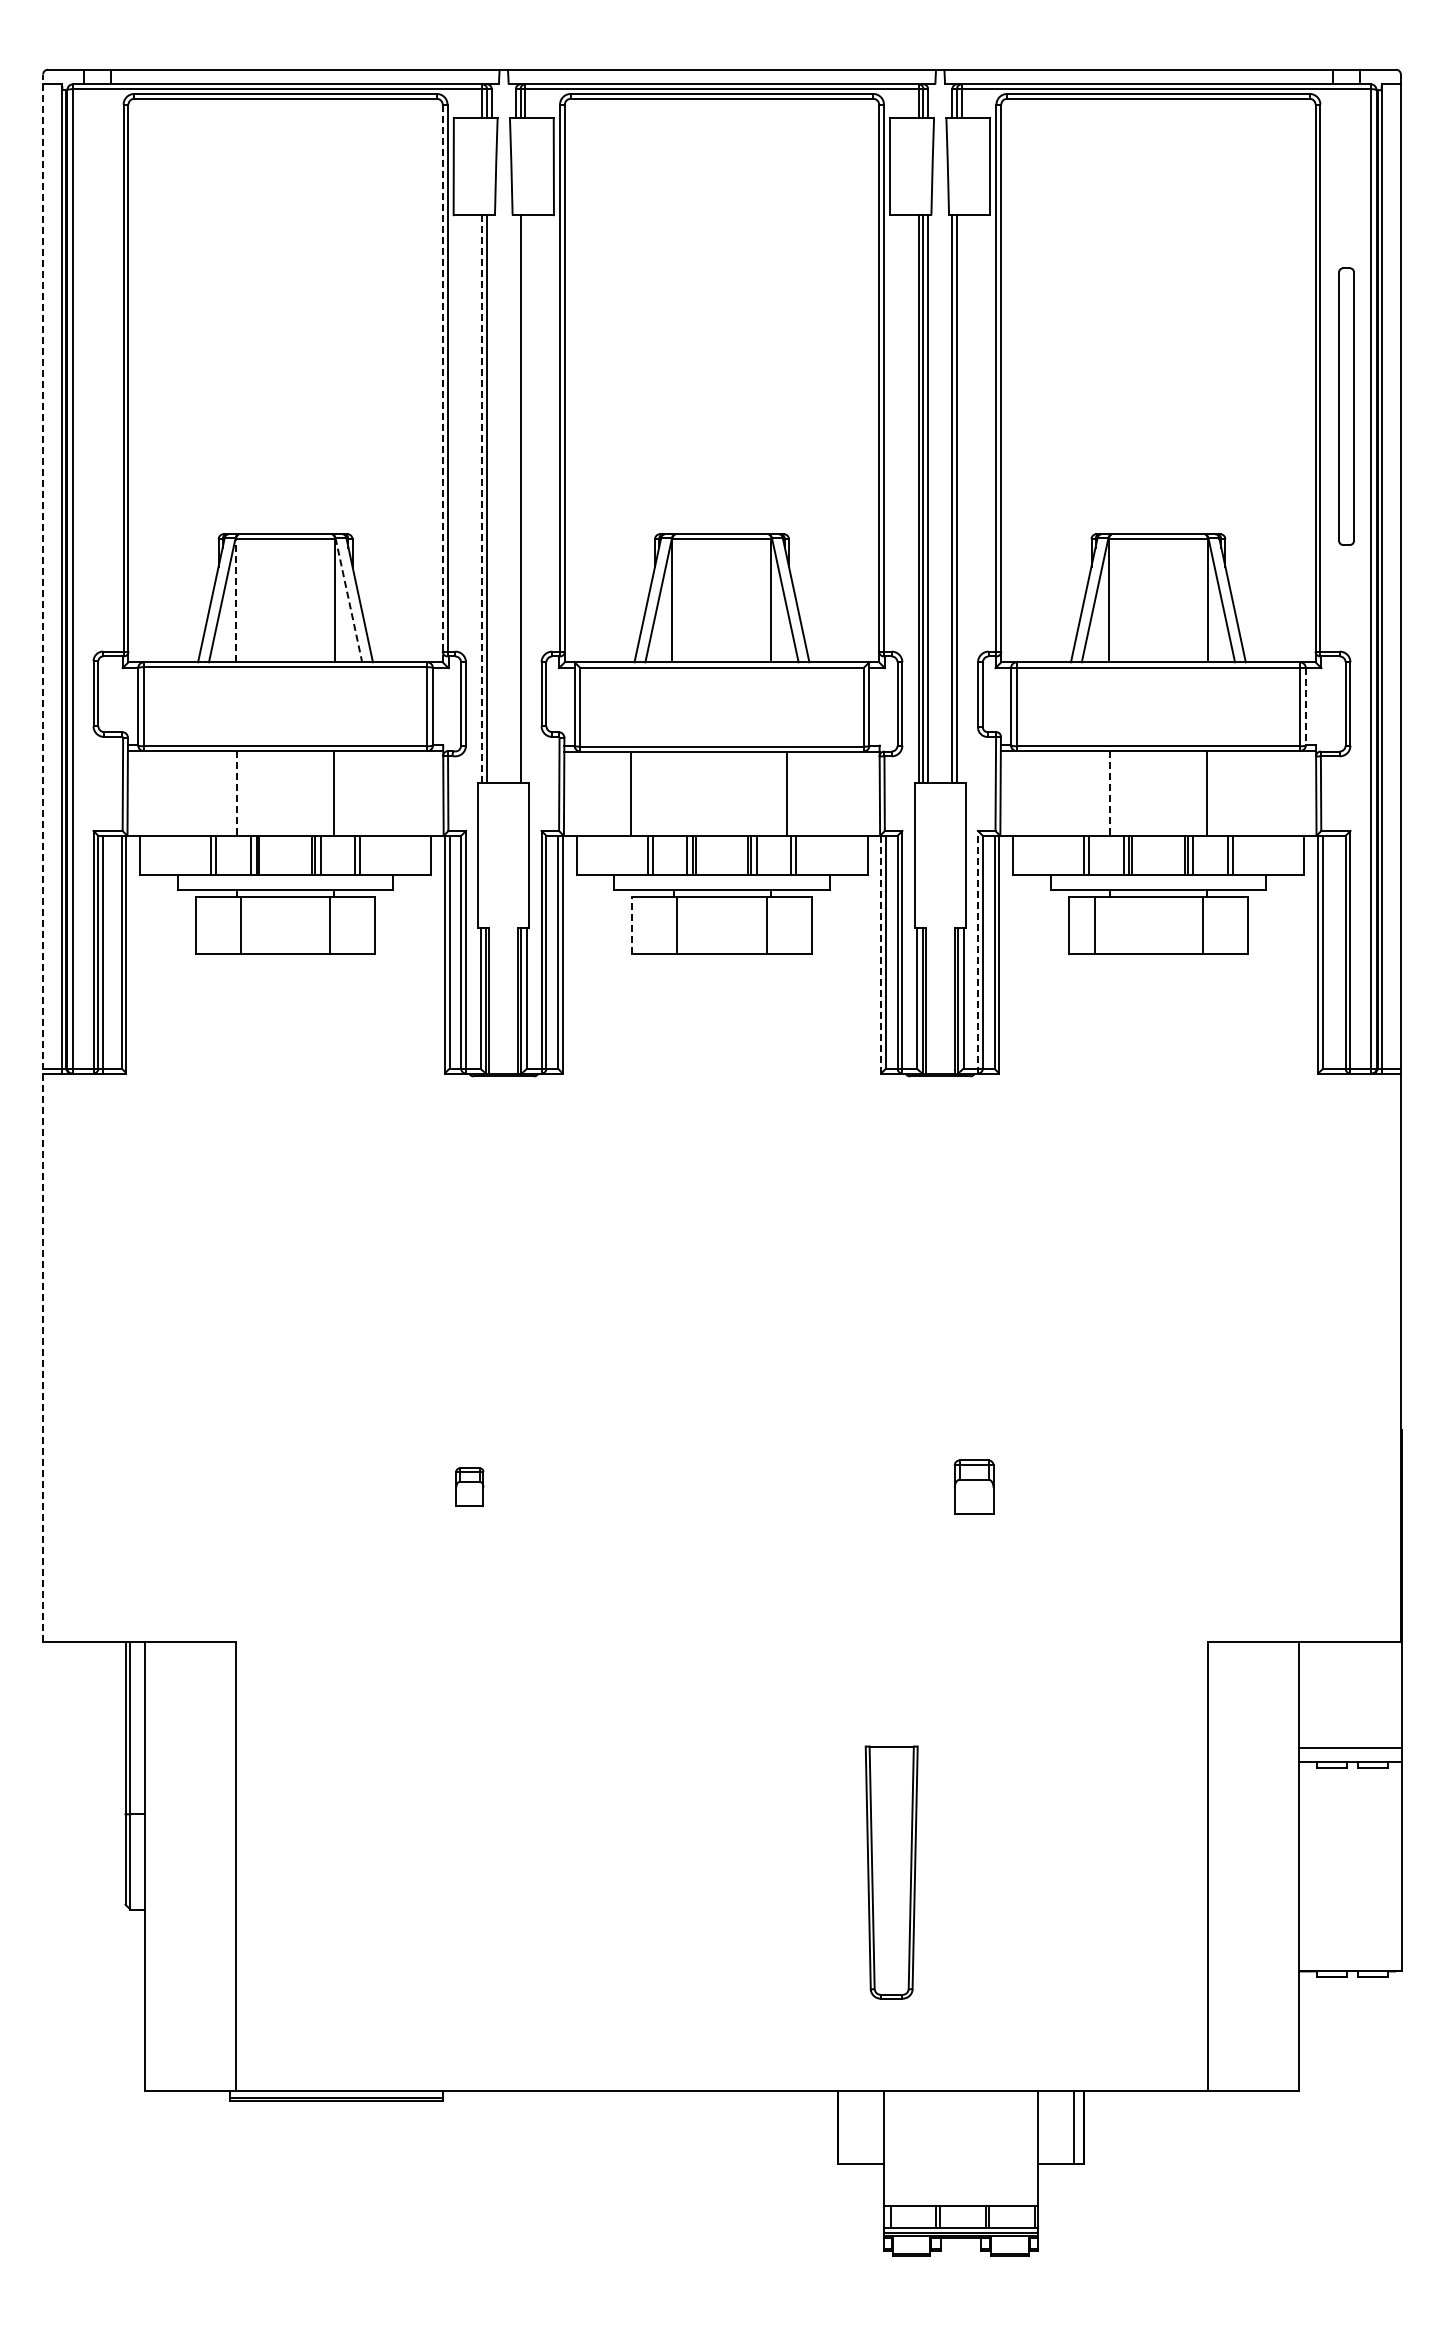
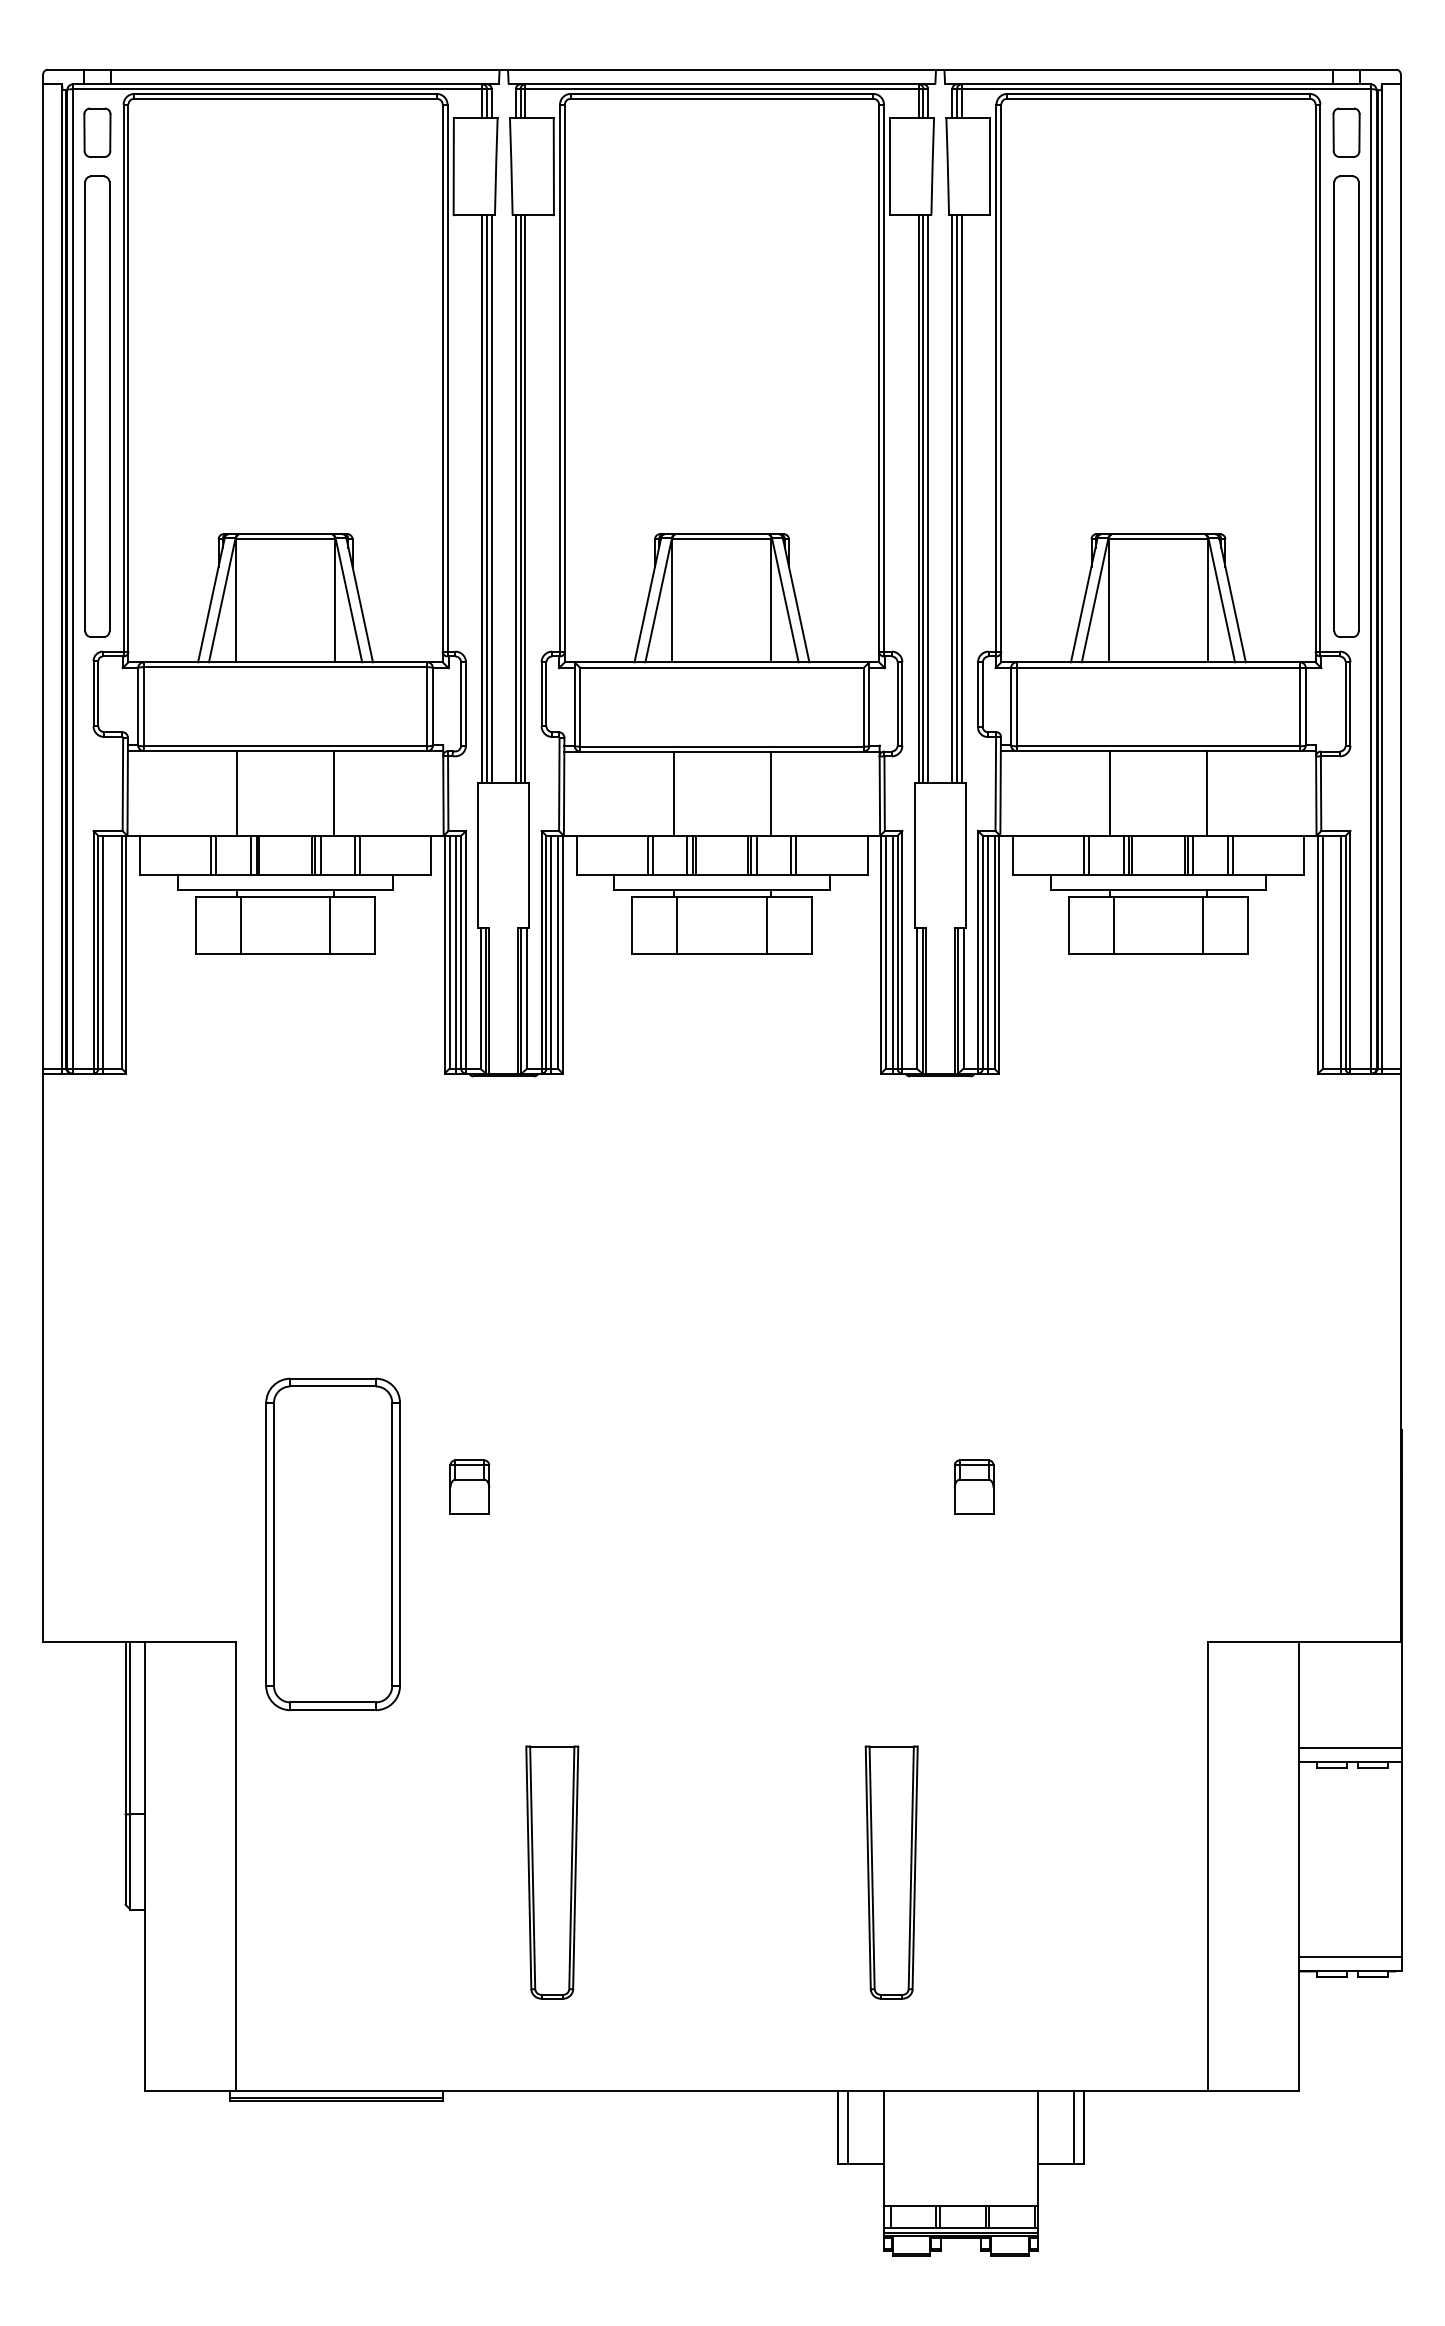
part at (97, 132): none -> present
part at (1346, 132): none -> present
line at (442, 383): dashed -> solid
part at (97, 406): none -> present
part at (1346, 406) size: 17x279 px -> 27x463 px
line at (482, 498): dashed -> solid
line at (491, 498): none -> present
line at (515, 498): none -> present
line at (525, 498): none -> present
line at (961, 498): none -> present
line at (236, 600): dashed -> solid
line at (348, 600): dashed -> solid
line at (1305, 706): dashed -> solid
line at (630, 793) position: (630, 793) -> (673, 793)
line at (786, 793) position: (786, 793) -> (770, 793)
line at (237, 794): dashed -> solid
line at (1109, 794): dashed -> solid
line at (43, 858): dashed -> solid
line at (632, 925): dashed -> solid
line at (1094, 925) position: (1094, 925) -> (1113, 925)
line at (978, 951): dashed -> solid
line at (456, 954): none -> present
line at (551, 954): none -> present
line at (881, 954): dashed -> solid
line at (892, 954): none -> present
line at (987, 954): none -> present
line at (1340, 954): none -> present
part at (469, 1486) size: 30x40 px -> 42x56 px
part at (332, 1544): none -> present
part at (552, 1872): none -> present
line at (1350, 1957): none -> present
line at (847, 2127): none -> present
